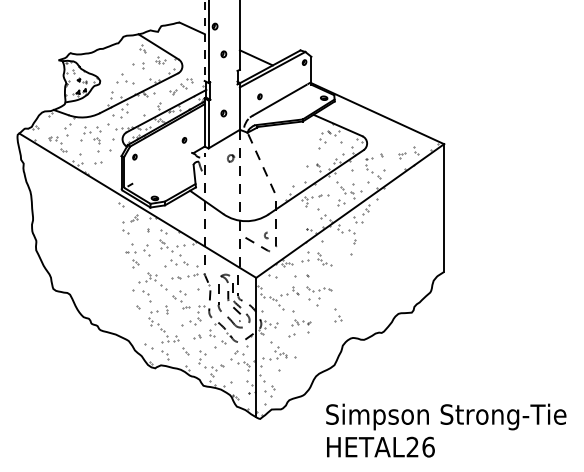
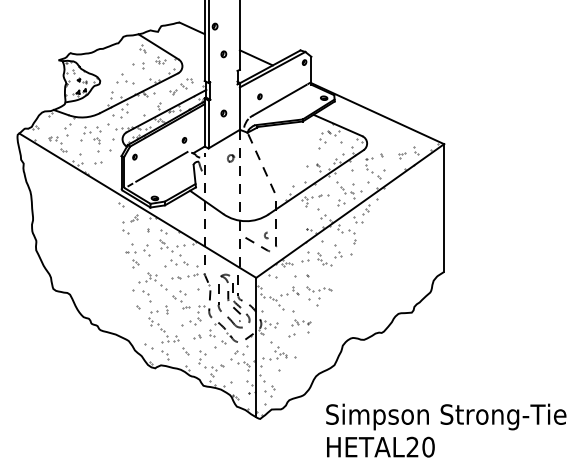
line at (204, 41): dashed -> solid
line at (161, 166): none -> present
part at (338, 315) position: (338, 315) -> (338, 251)
text at (428, 446): HETAL26 -> HETAL20
